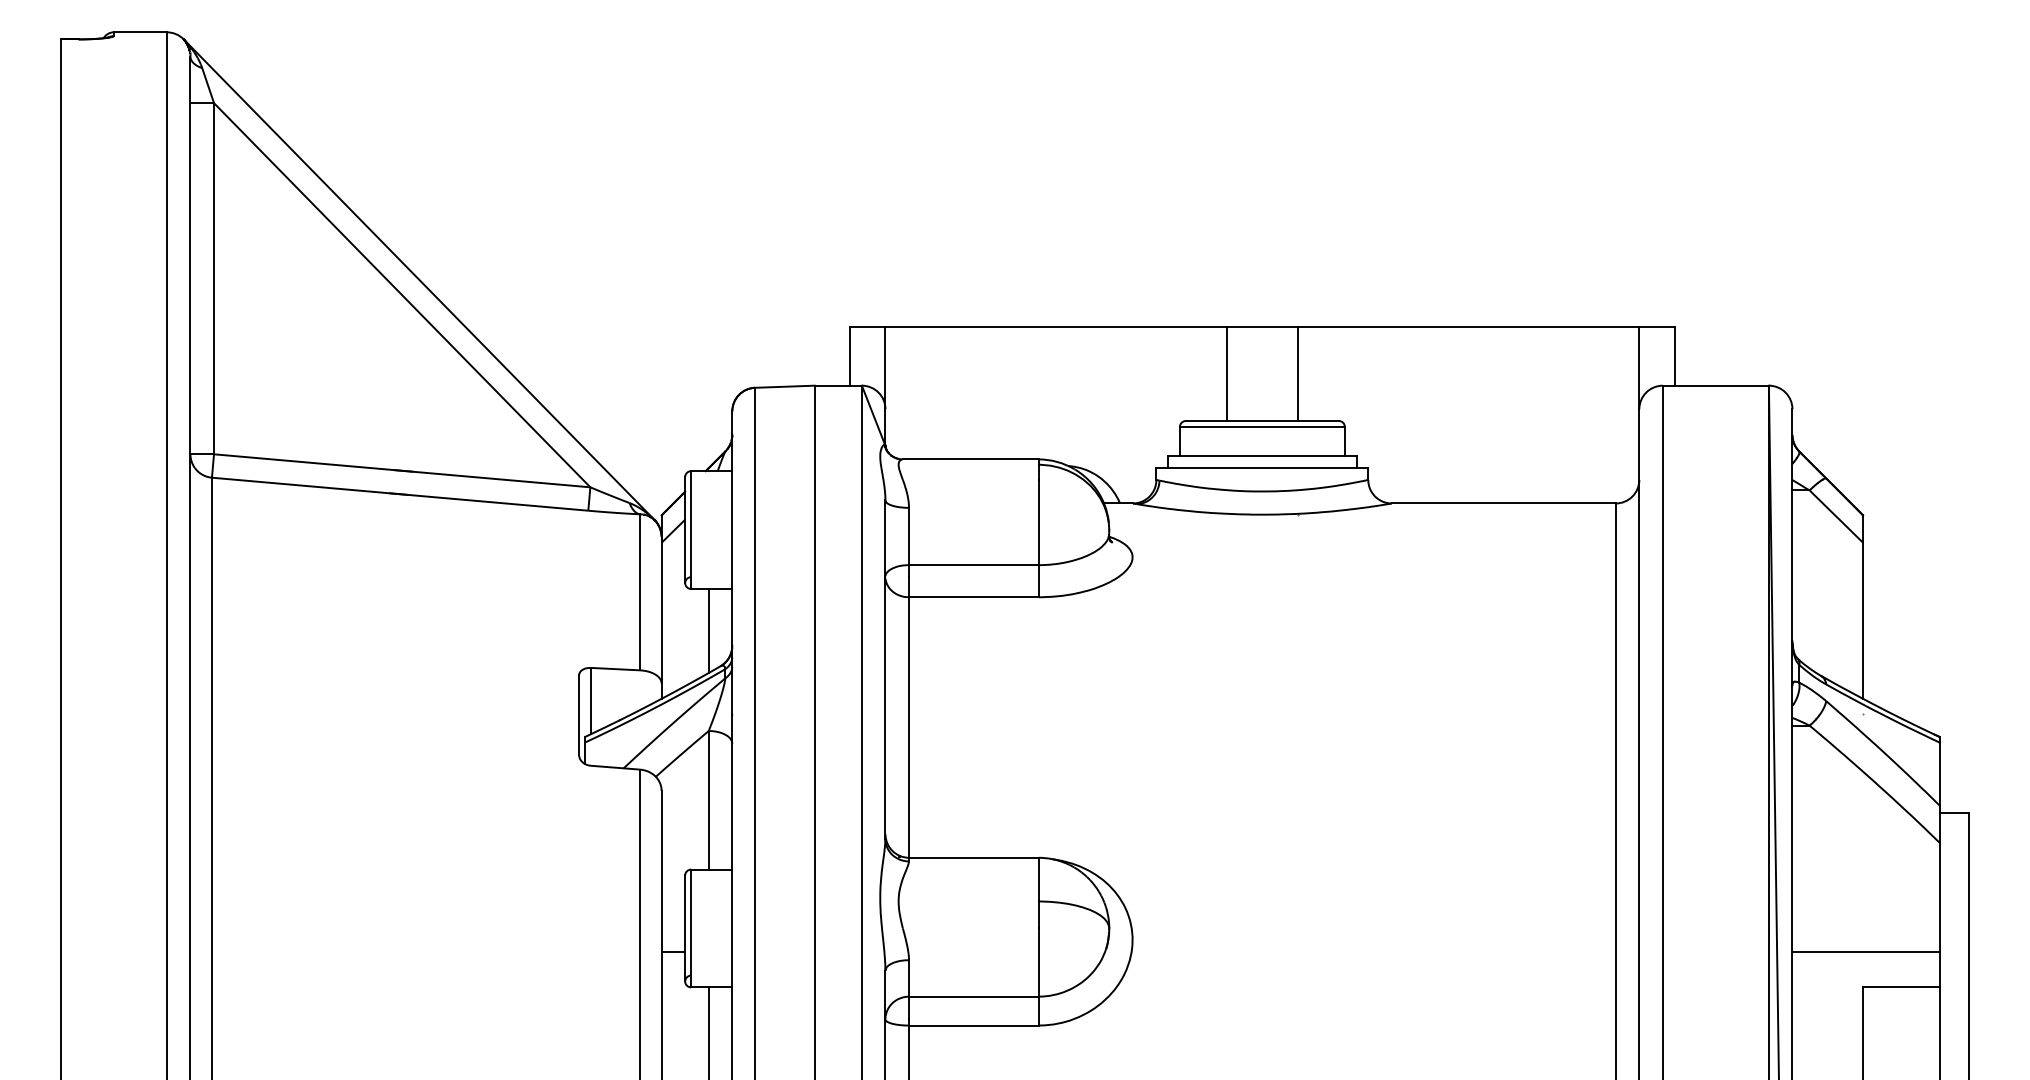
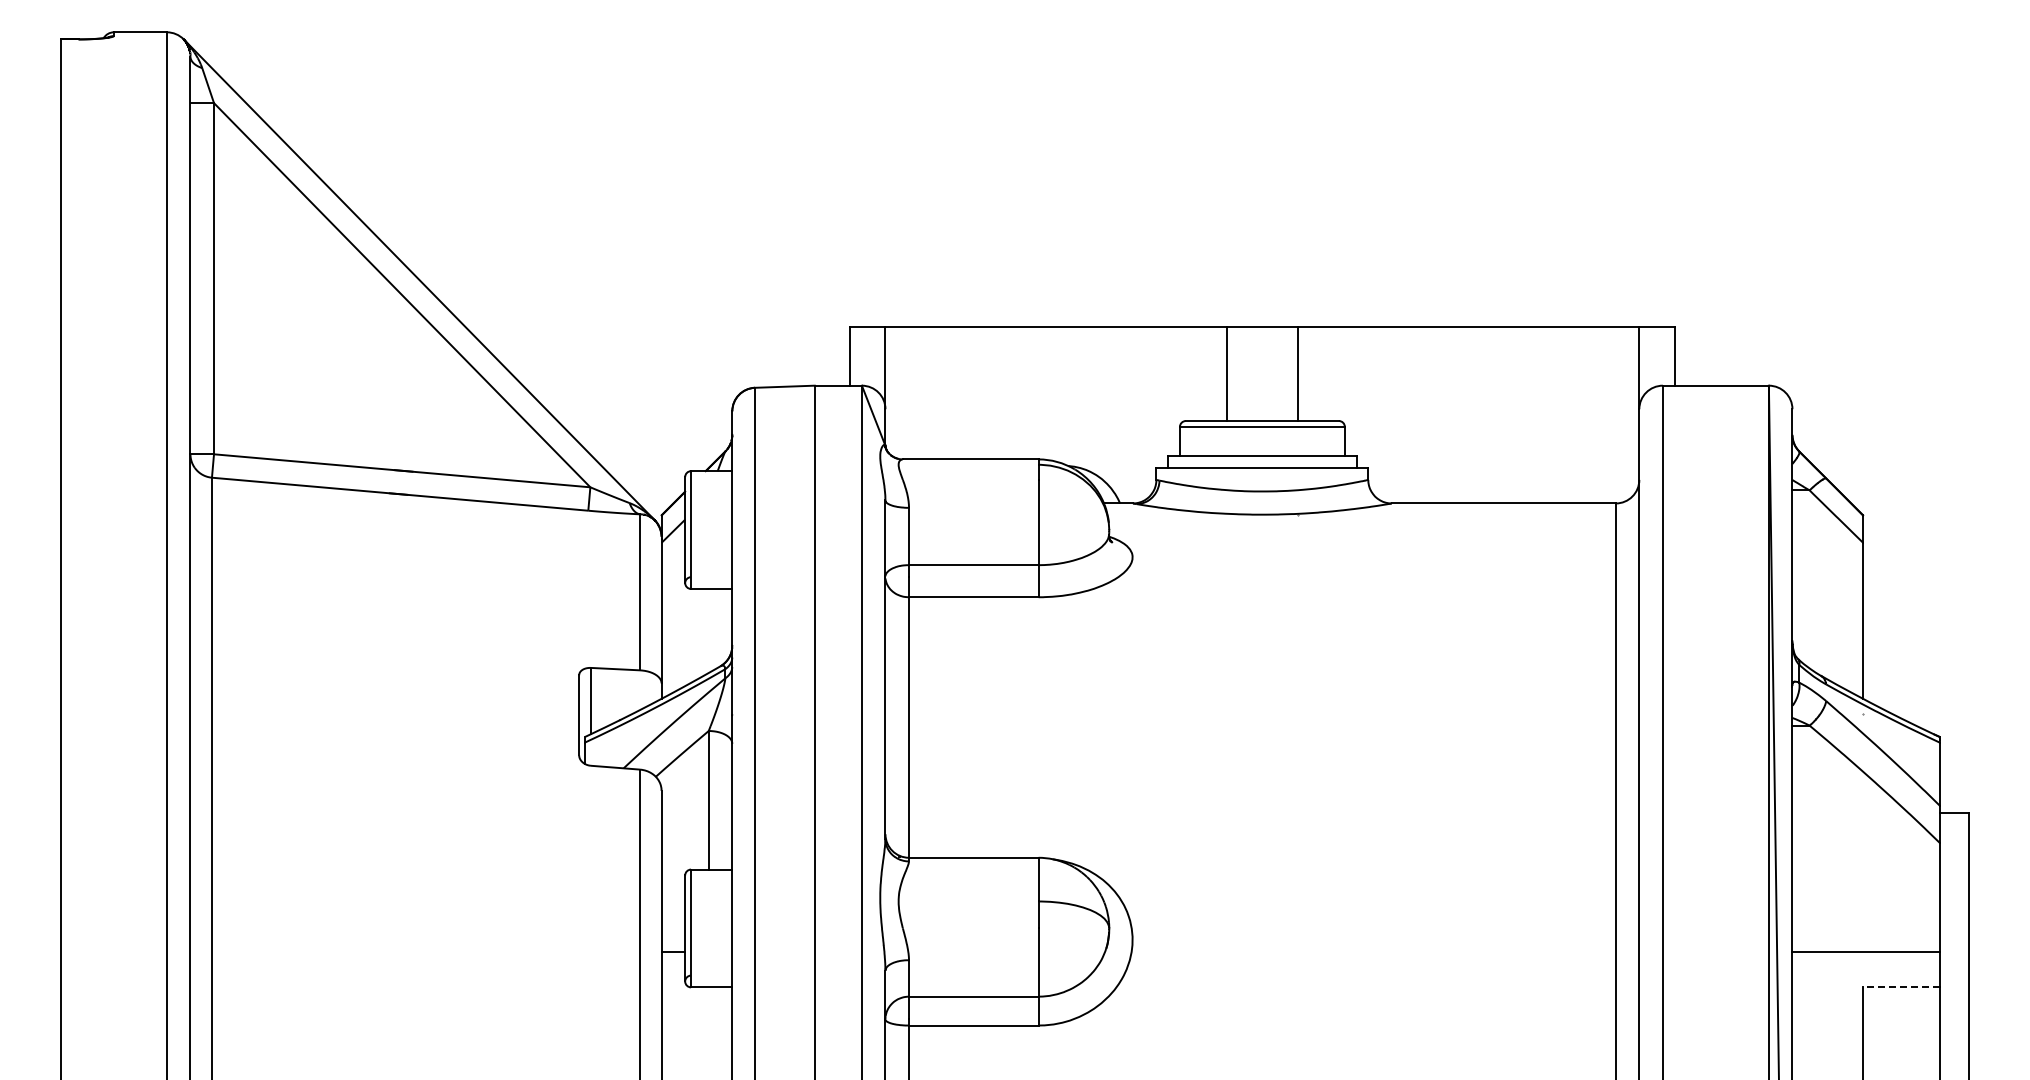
line at (708, 630): present -> none
line at (1900, 986): solid -> dashed
line at (708, 1031): present -> none
